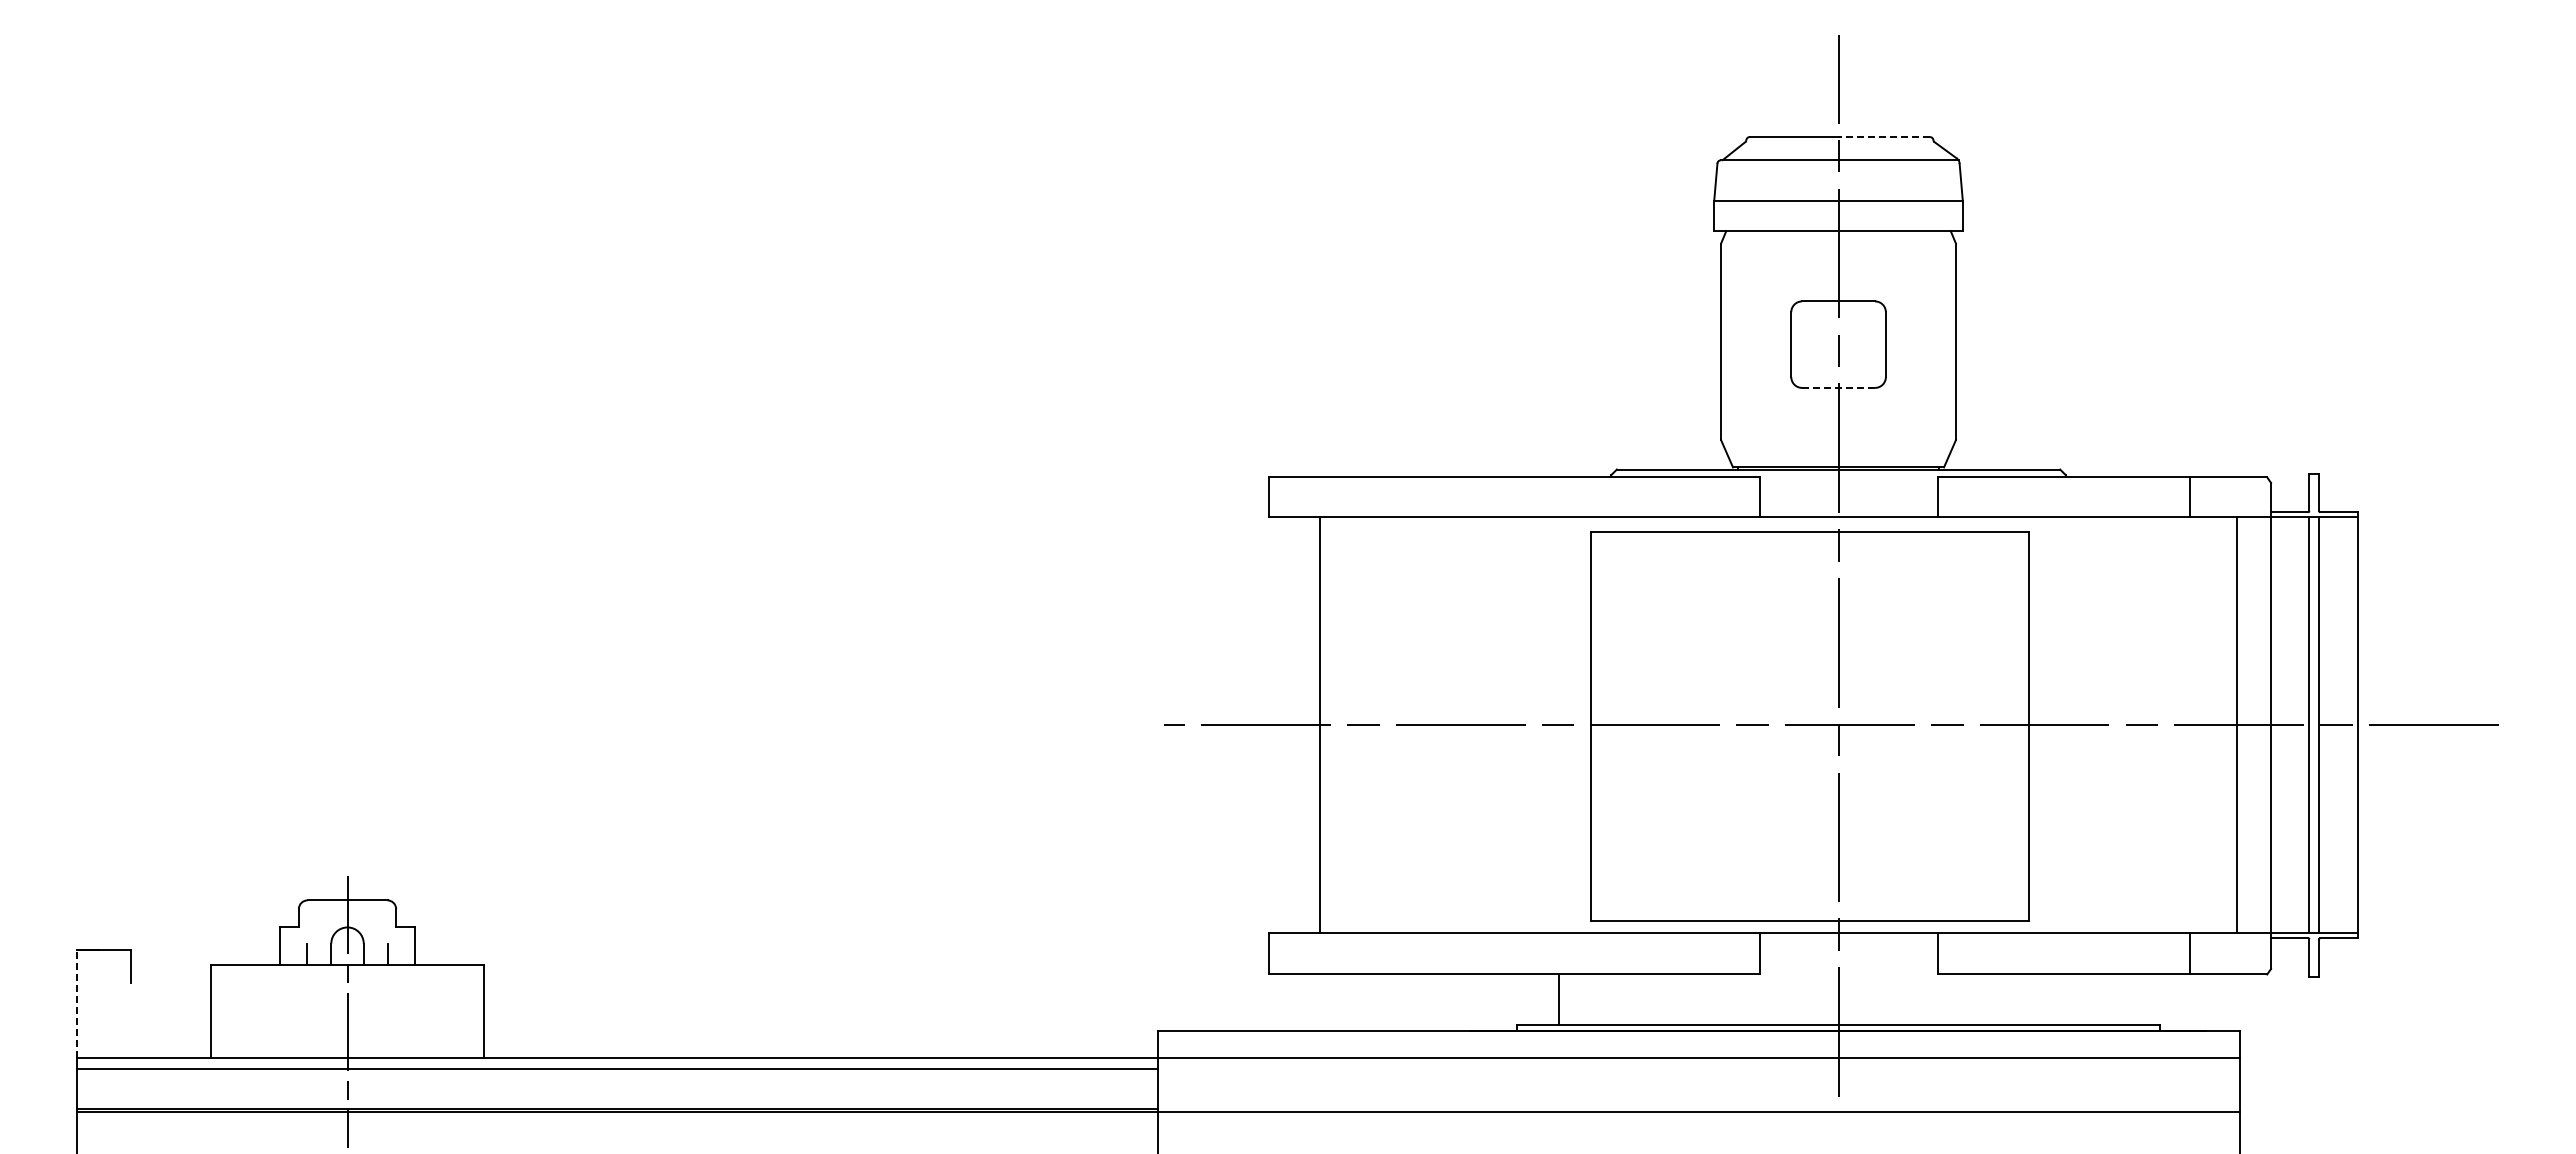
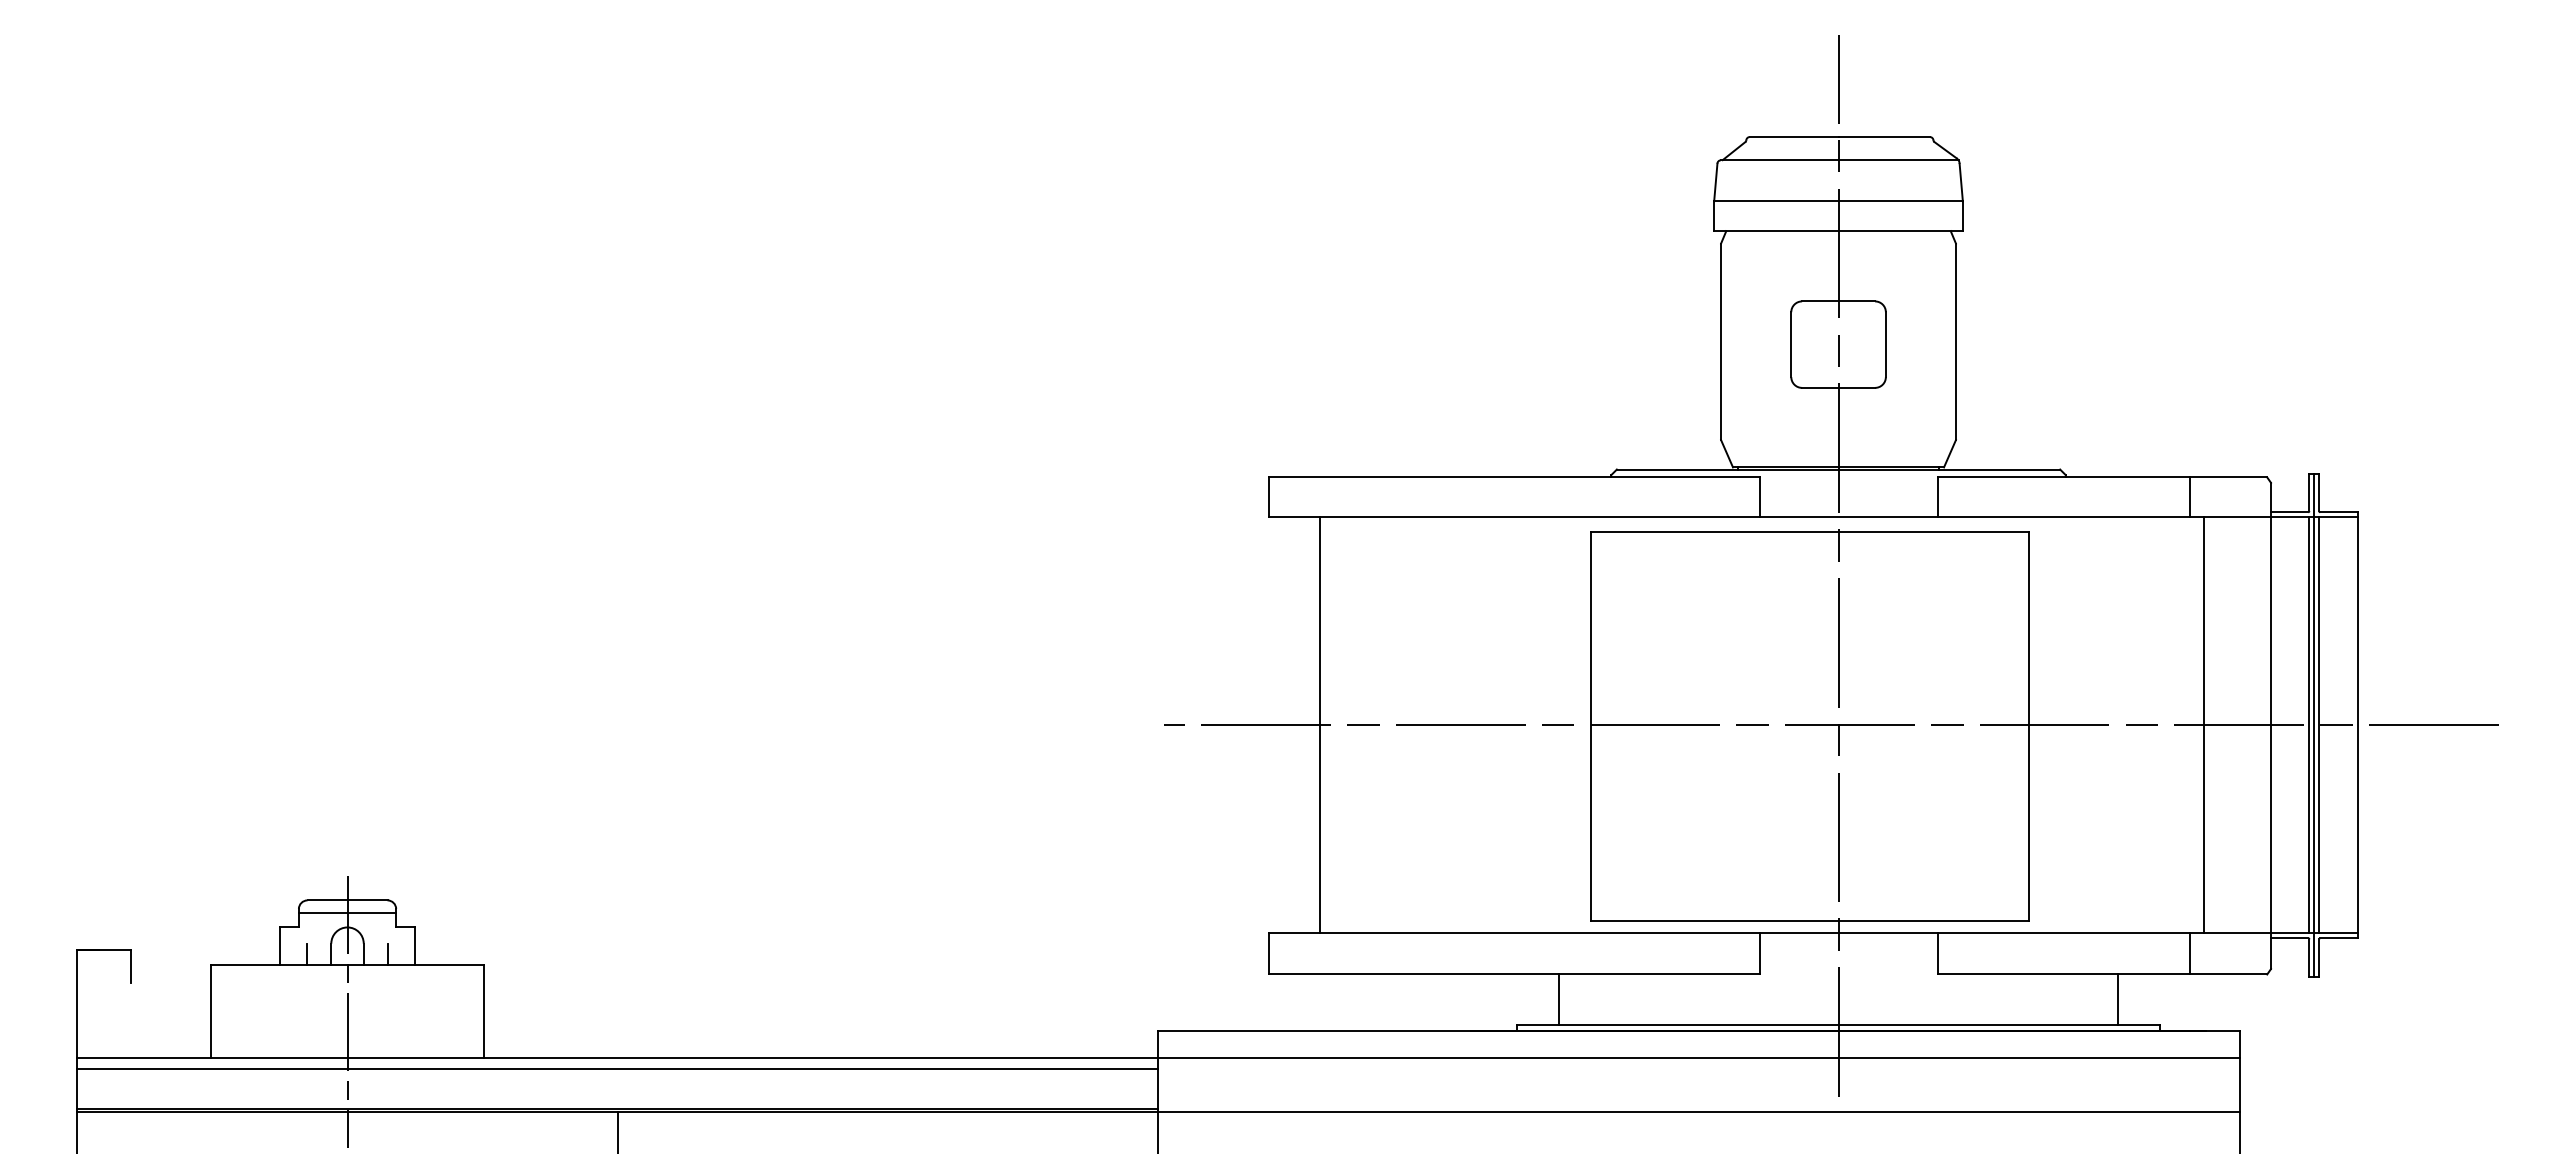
line at (1884, 137): dashed -> solid
line at (1838, 387): dashed -> solid
line at (2314, 724): none -> present
line at (2236, 725) position: (2236, 725) -> (2203, 725)
line at (347, 913): none -> present
line at (2117, 999): none -> present
line at (77, 1003): dashed -> solid
line at (617, 1131): none -> present
